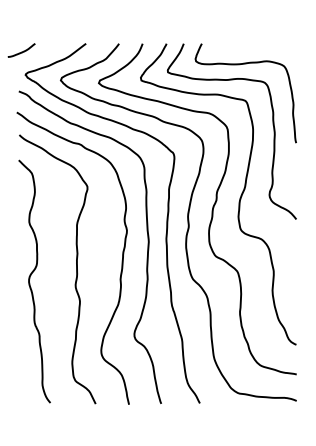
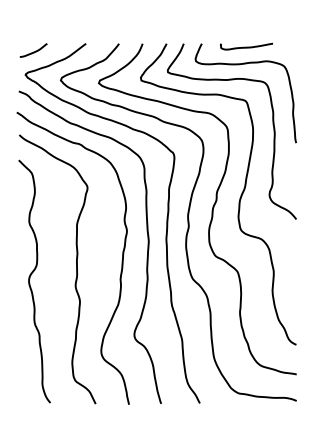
curve at (246, 46): none -> present
curve at (21, 51) position: (21, 51) -> (33, 51)
